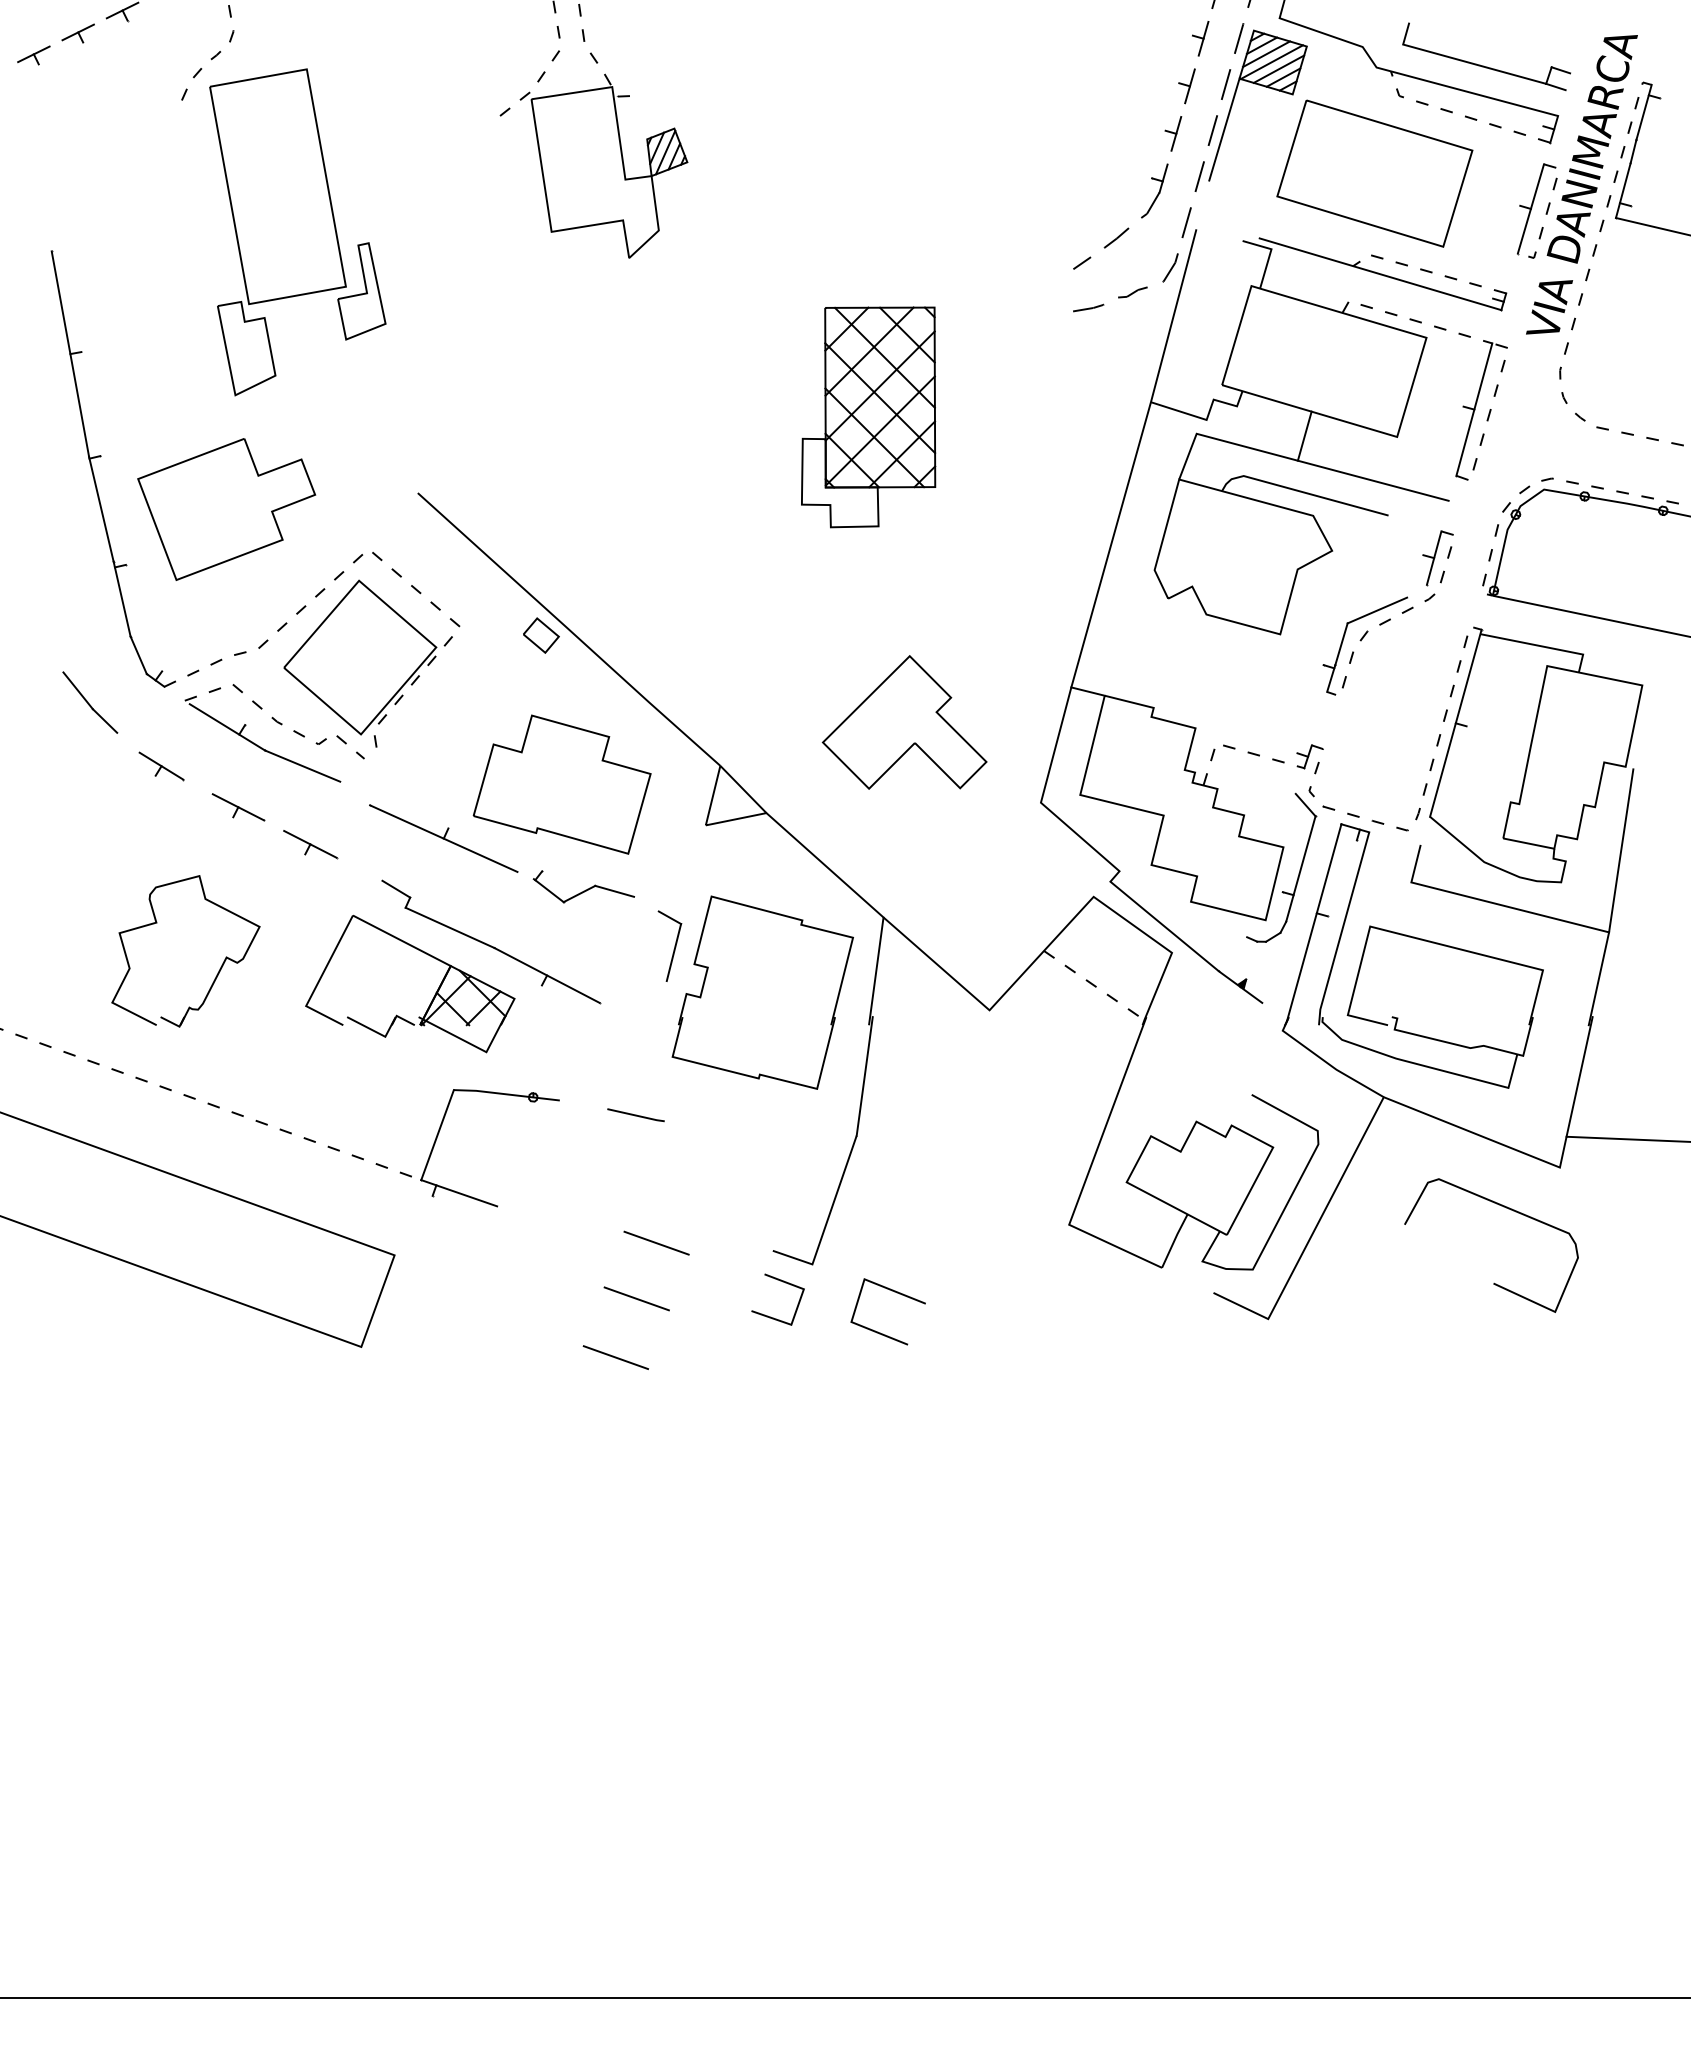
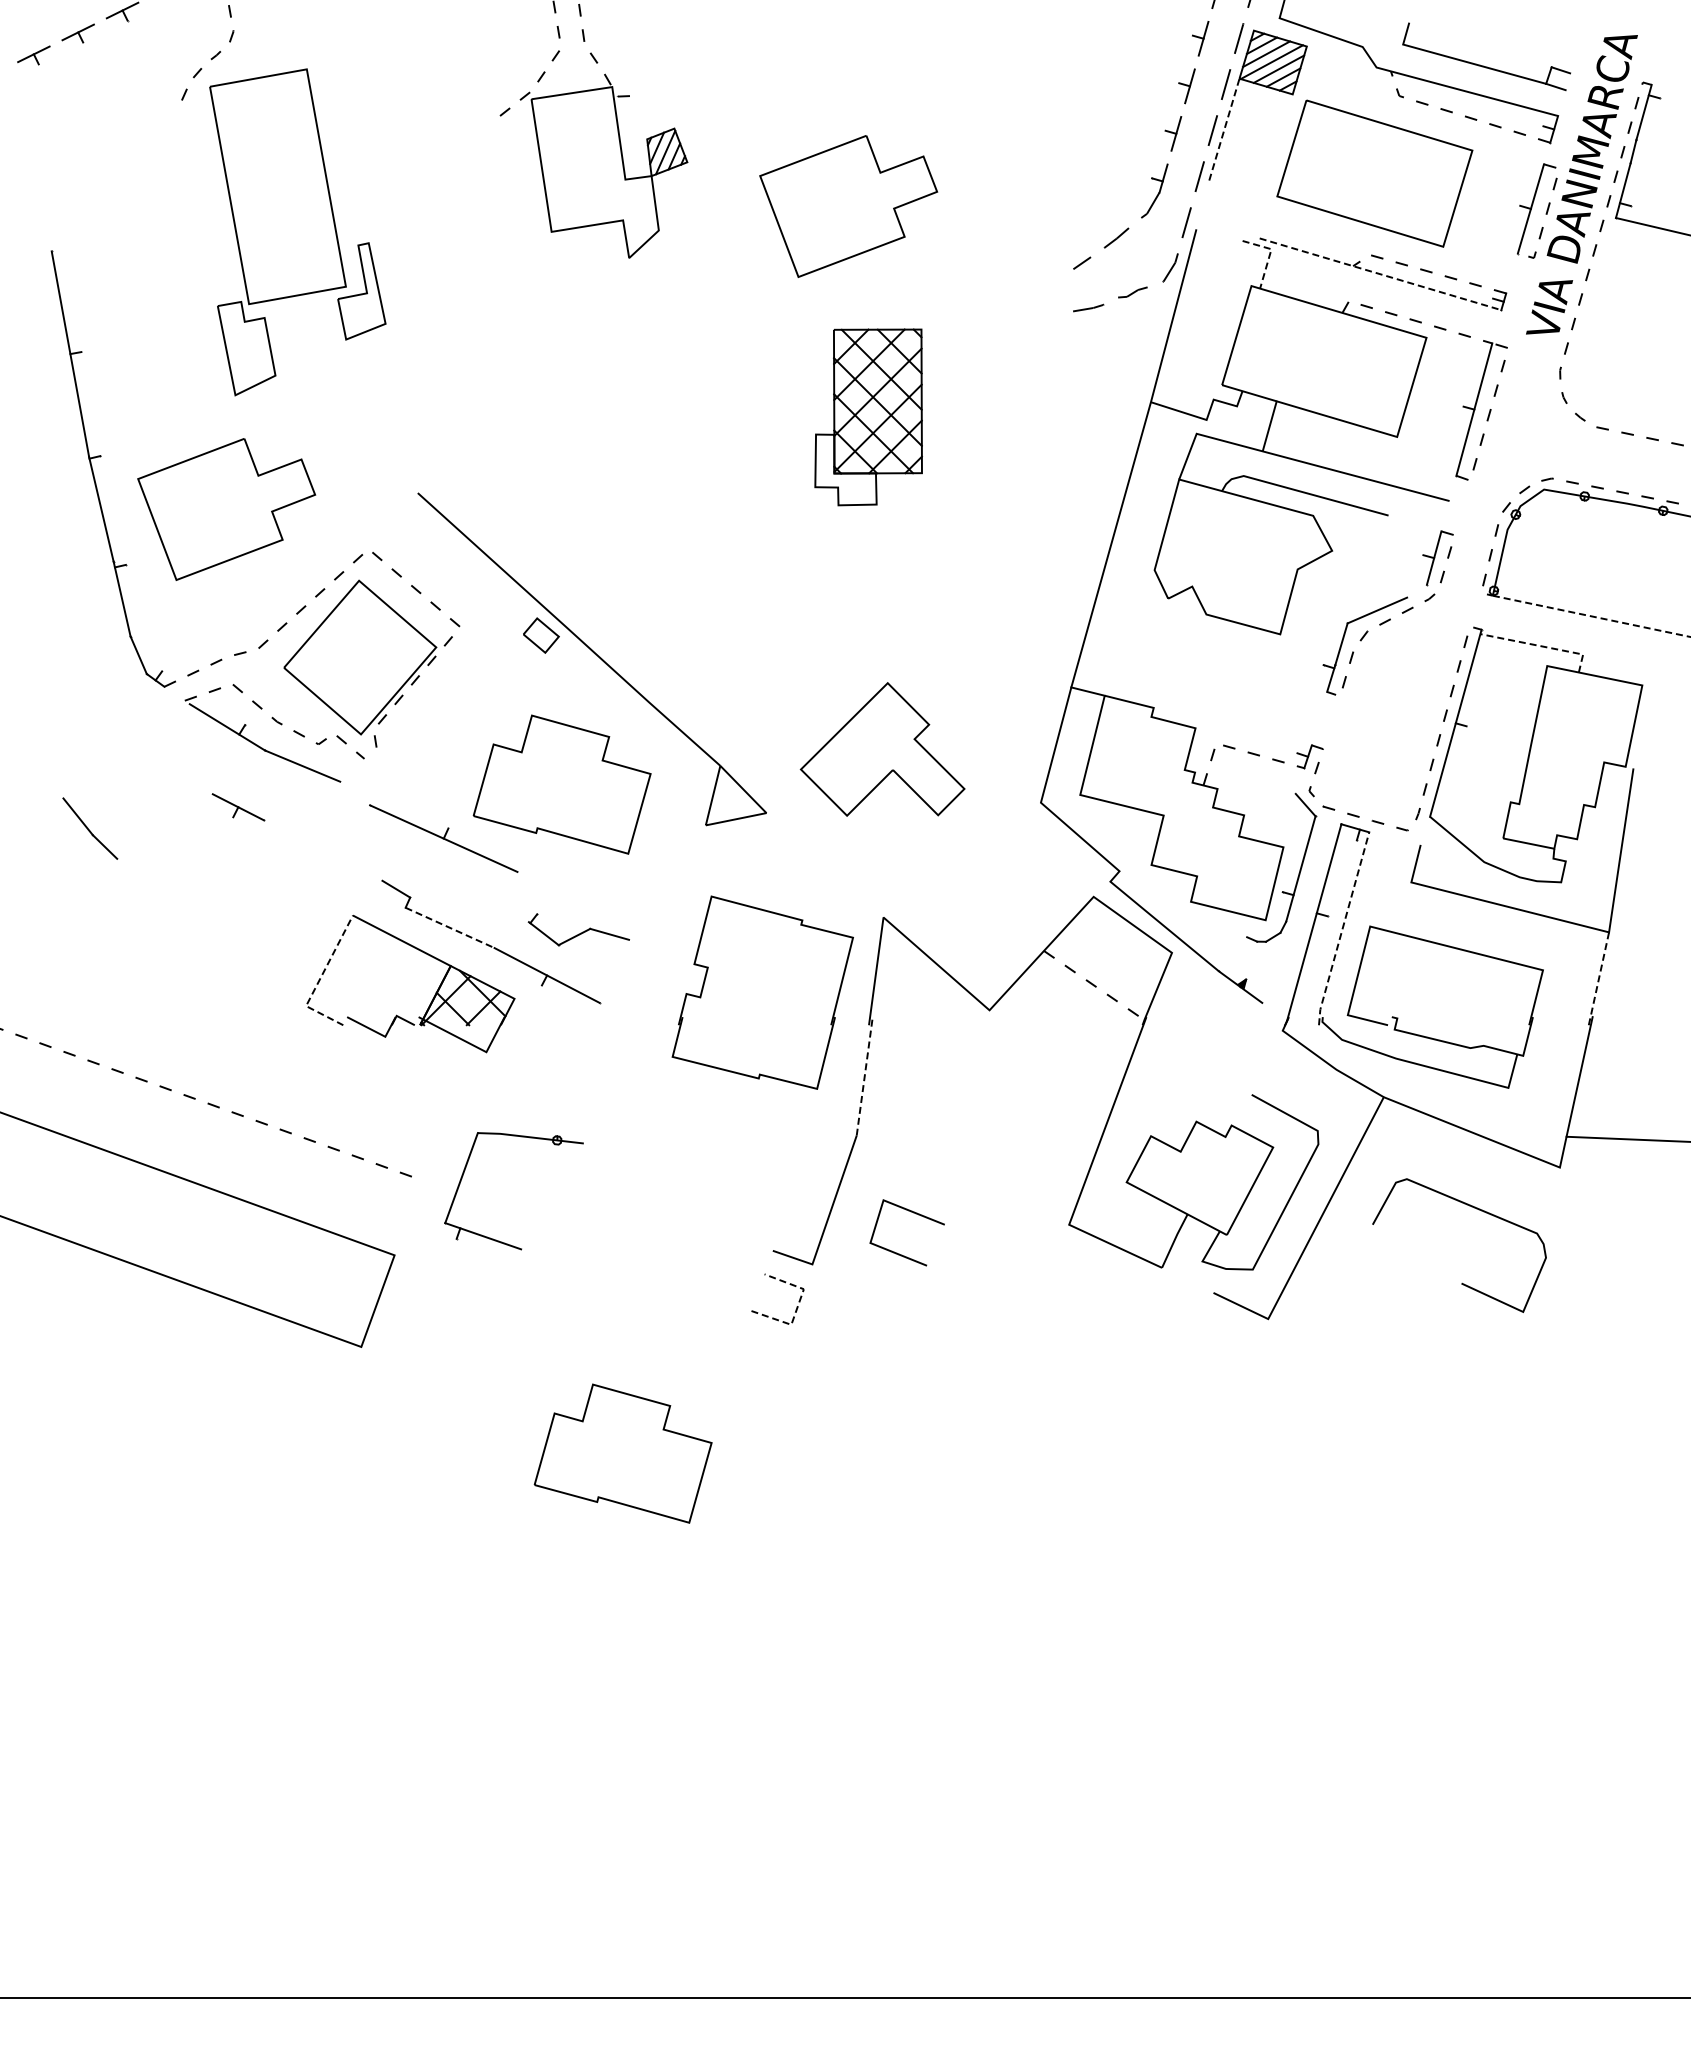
line at (1224, 129): solid -> dashed
part at (848, 206): none -> present
line at (1270, 254): solid -> dashed
line at (1381, 274): solid -> dashed
part at (868, 417) size: 136x223 px -> 109x179 px
line at (1304, 435) position: (1304, 435) -> (1269, 425)
line at (1592, 616): solid -> dashed
line at (1541, 646): solid -> dashed
part at (90, 702) position: (90, 702) -> (90, 828)
part at (904, 722) position: (904, 722) -> (882, 749)
part at (161, 766): present -> none
part at (310, 844): present -> none
line at (824, 865): present -> none
part at (583, 886) position: (583, 886) -> (578, 929)
line at (450, 927): solid -> dashed
line at (1342, 928): solid -> dashed
part at (669, 945): present -> none
part at (219, 968): present -> none
line at (1598, 978): solid -> dashed
line at (319, 979): solid -> dashed
line at (864, 1076): solid -> dashed
line at (635, 1115): present -> none
part at (472, 1196) position: (472, 1196) -> (496, 1239)
line at (656, 1242): present -> none
curve at (1494, 1282) position: (1494, 1282) -> (1462, 1282)
line at (894, 1292) position: (894, 1292) -> (913, 1213)
line at (636, 1298): present -> none
line at (797, 1307): solid -> dashed
line at (615, 1357): present -> none
part at (622, 1453): none -> present
